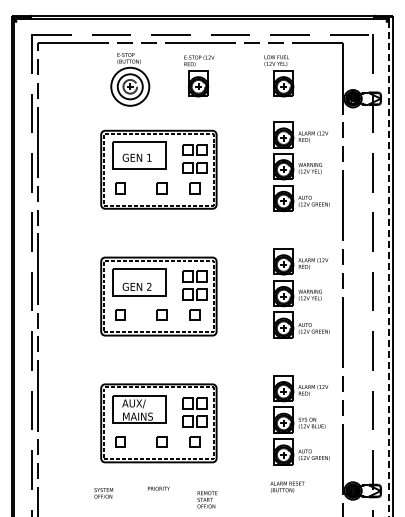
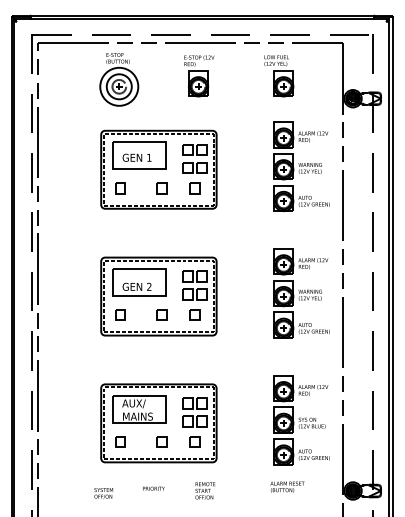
part at (130, 79) position: (130, 79) -> (119, 79)
line at (388, 268): dashed -> solid
text at (158, 488) position: (158, 488) -> (153, 488)
text at (207, 499) position: (207, 499) -> (205, 490)
